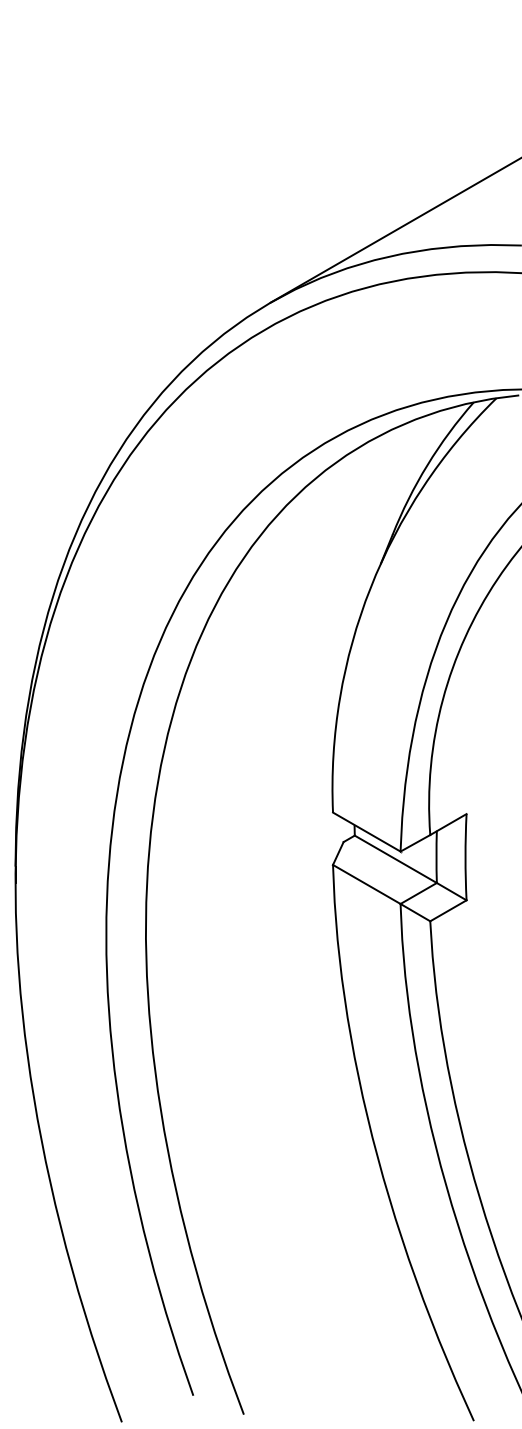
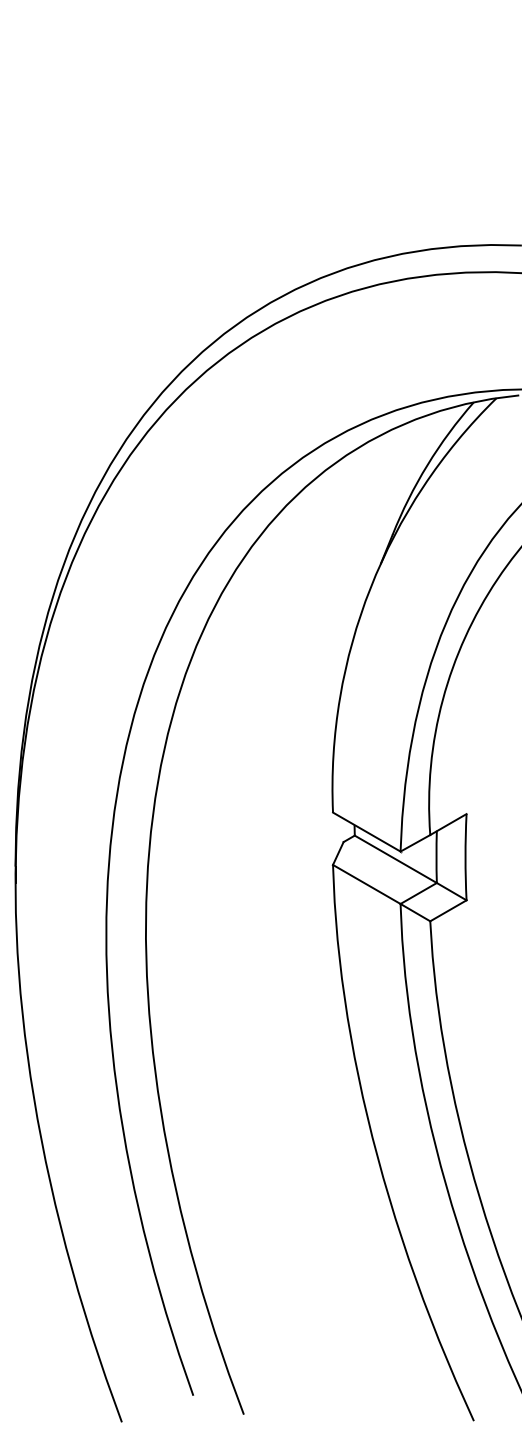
line at (394, 230): present -> none
